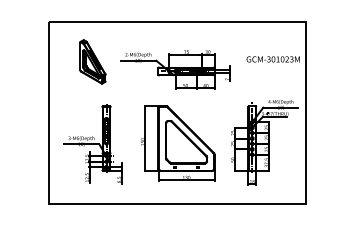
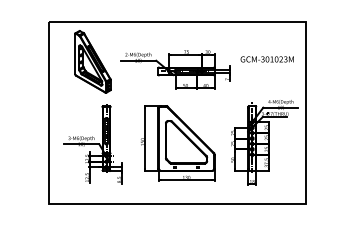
text at (272, 59) position: (272, 59) -> (266, 59)
part at (92, 61) size: 28x46 px -> 38x64 px
